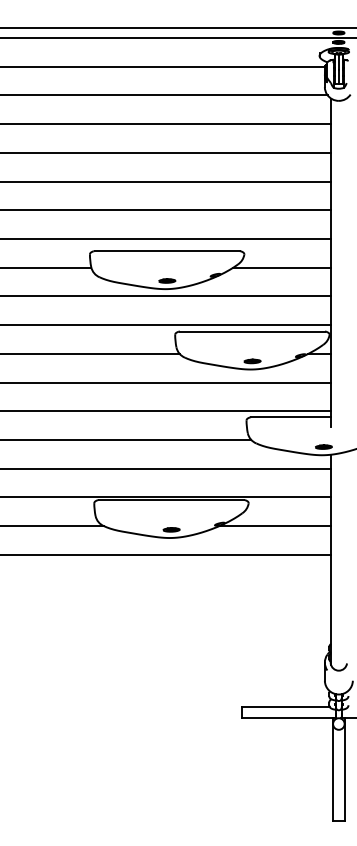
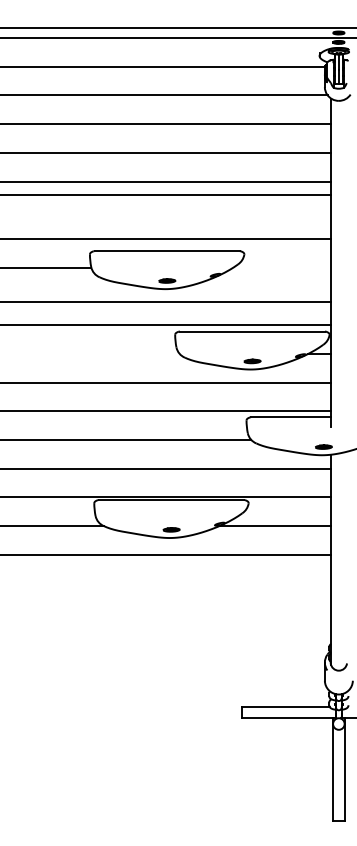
line at (166, 210) position: (166, 210) -> (166, 195)
line at (282, 267): present -> none
line at (166, 296) position: (166, 296) -> (166, 302)
line at (90, 353): present -> none
